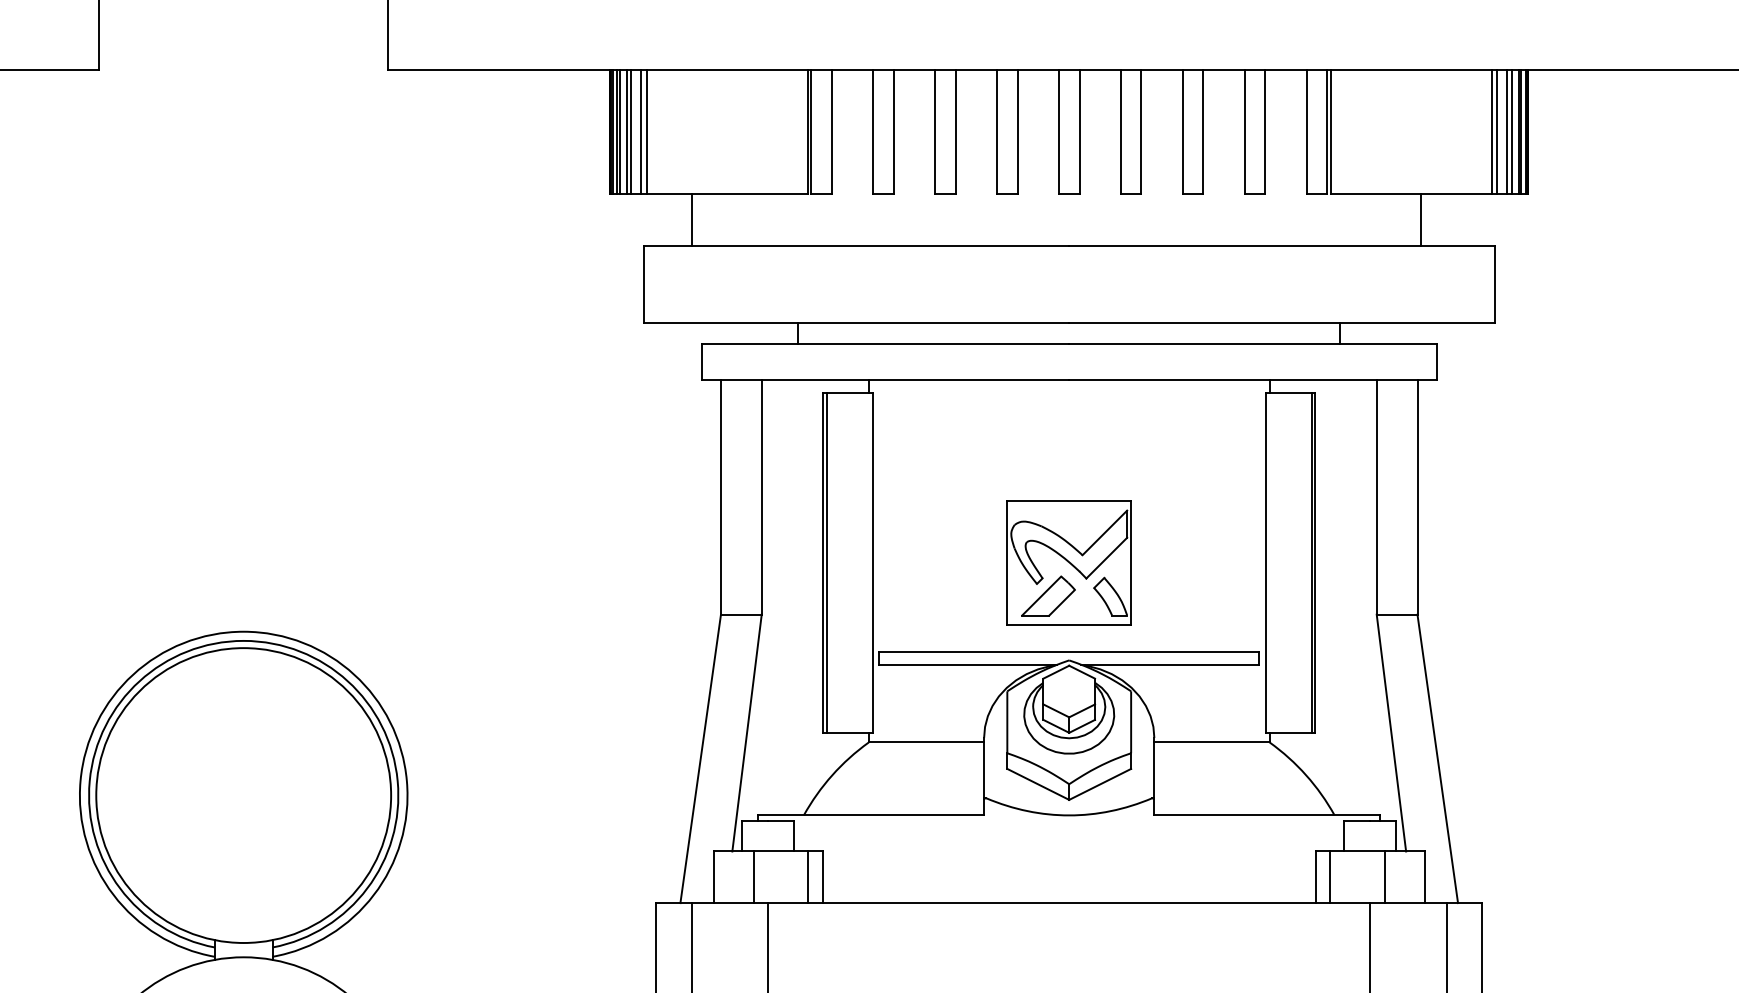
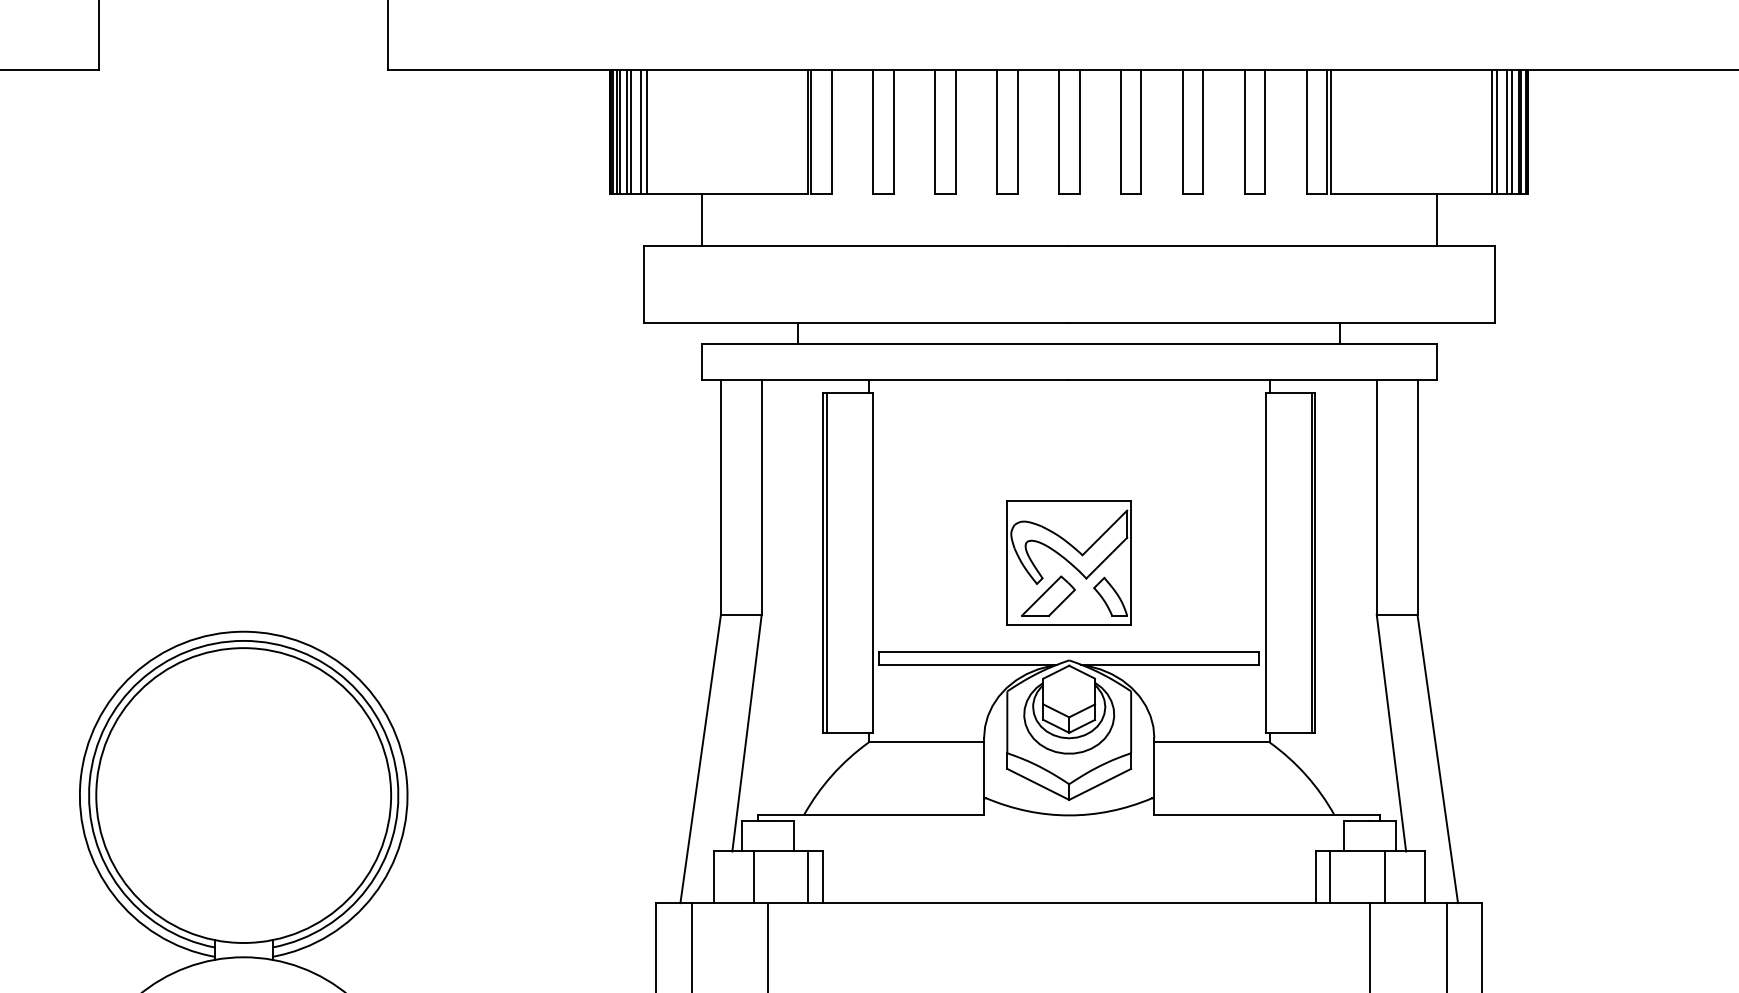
line at (691, 219) position: (691, 219) -> (701, 219)
line at (1420, 219) position: (1420, 219) -> (1436, 219)
